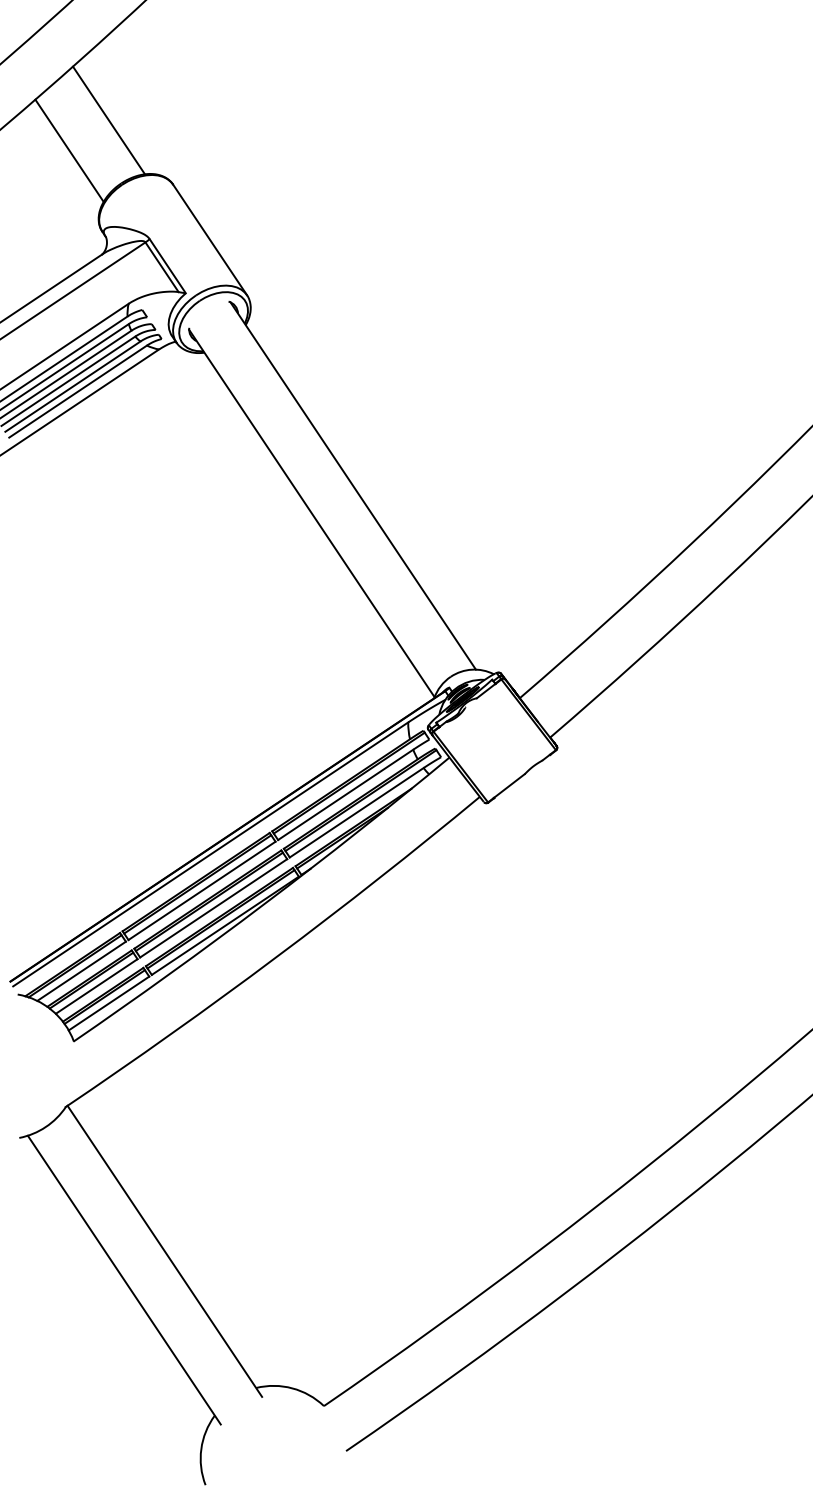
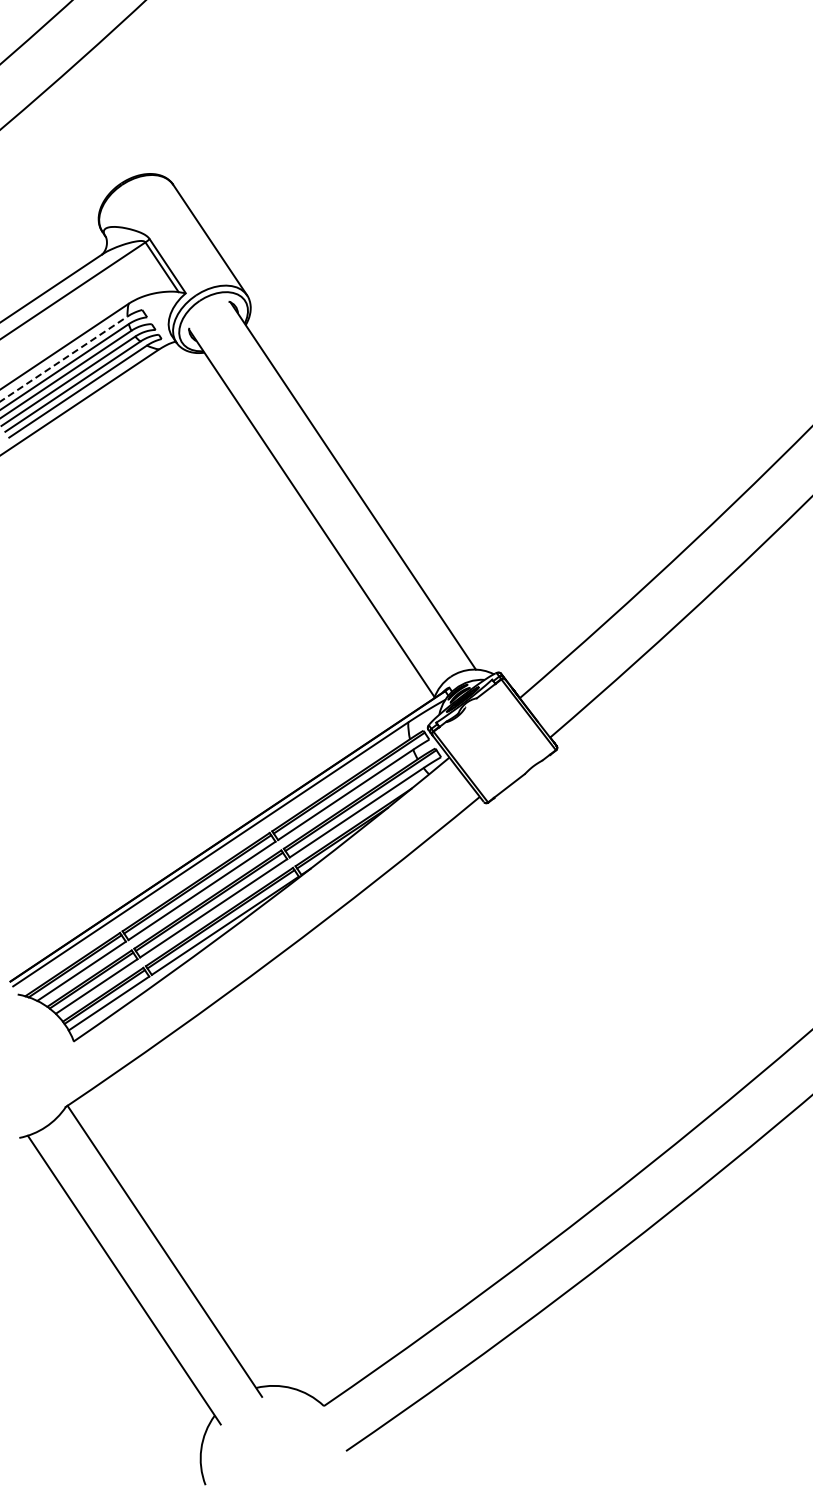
line at (109, 120): present -> none
line at (69, 150): present -> none
line at (64, 358): solid -> dashed
